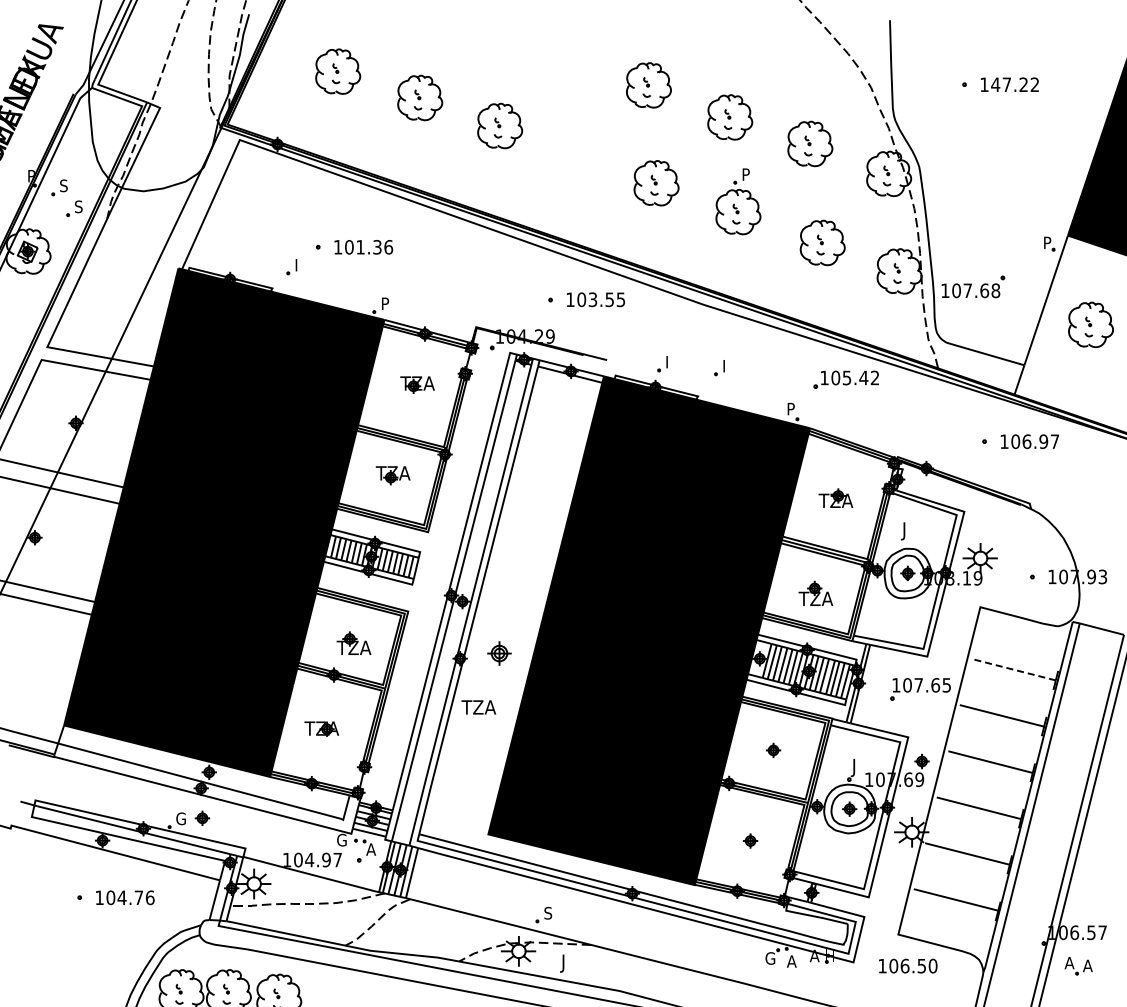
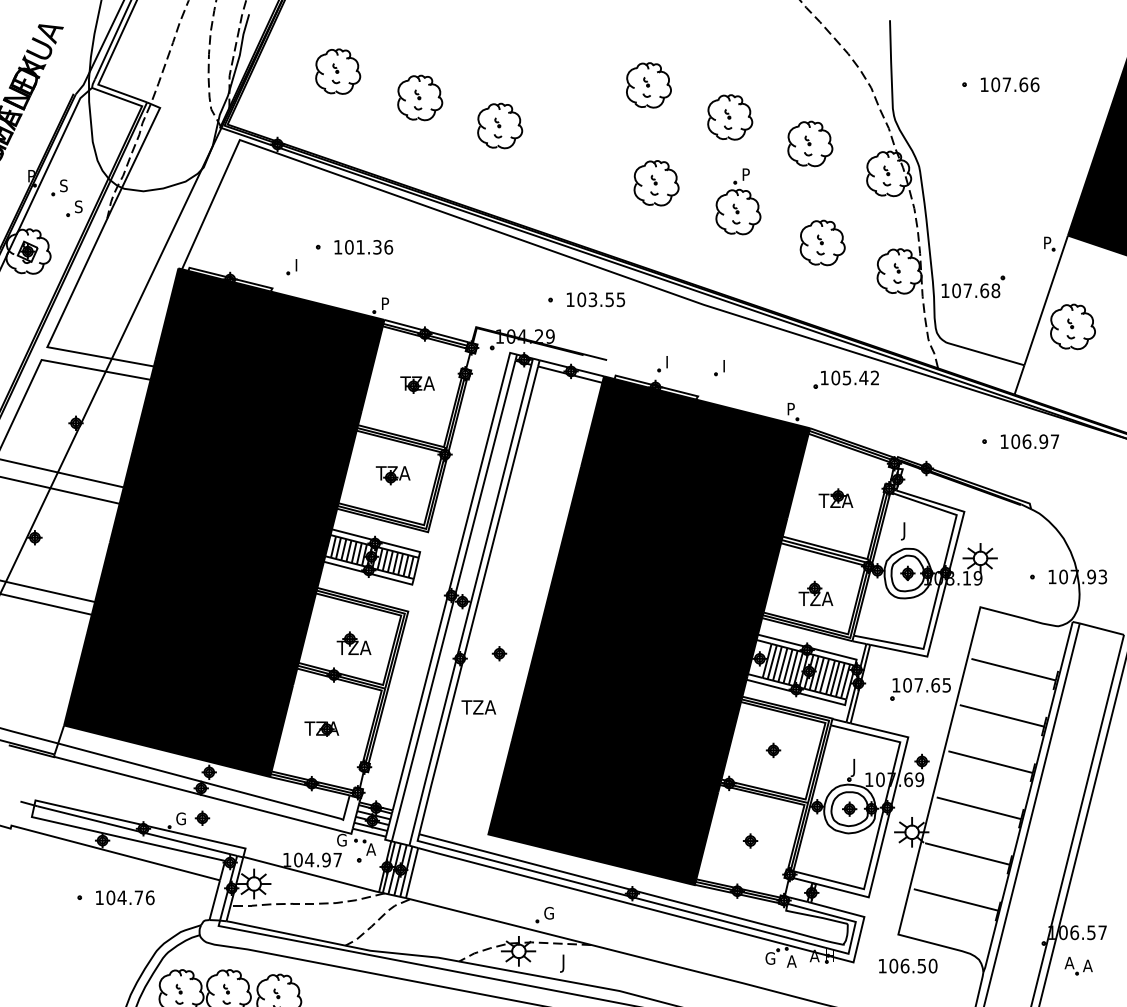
text at (1015, 84): 147.22 -> 107.66
part at (1090, 324) position: (1090, 324) -> (1072, 326)
part at (499, 653) size: 25x25 px -> 17x16 px
line at (1013, 669): dashed -> solid
text at (548, 913): S -> G
